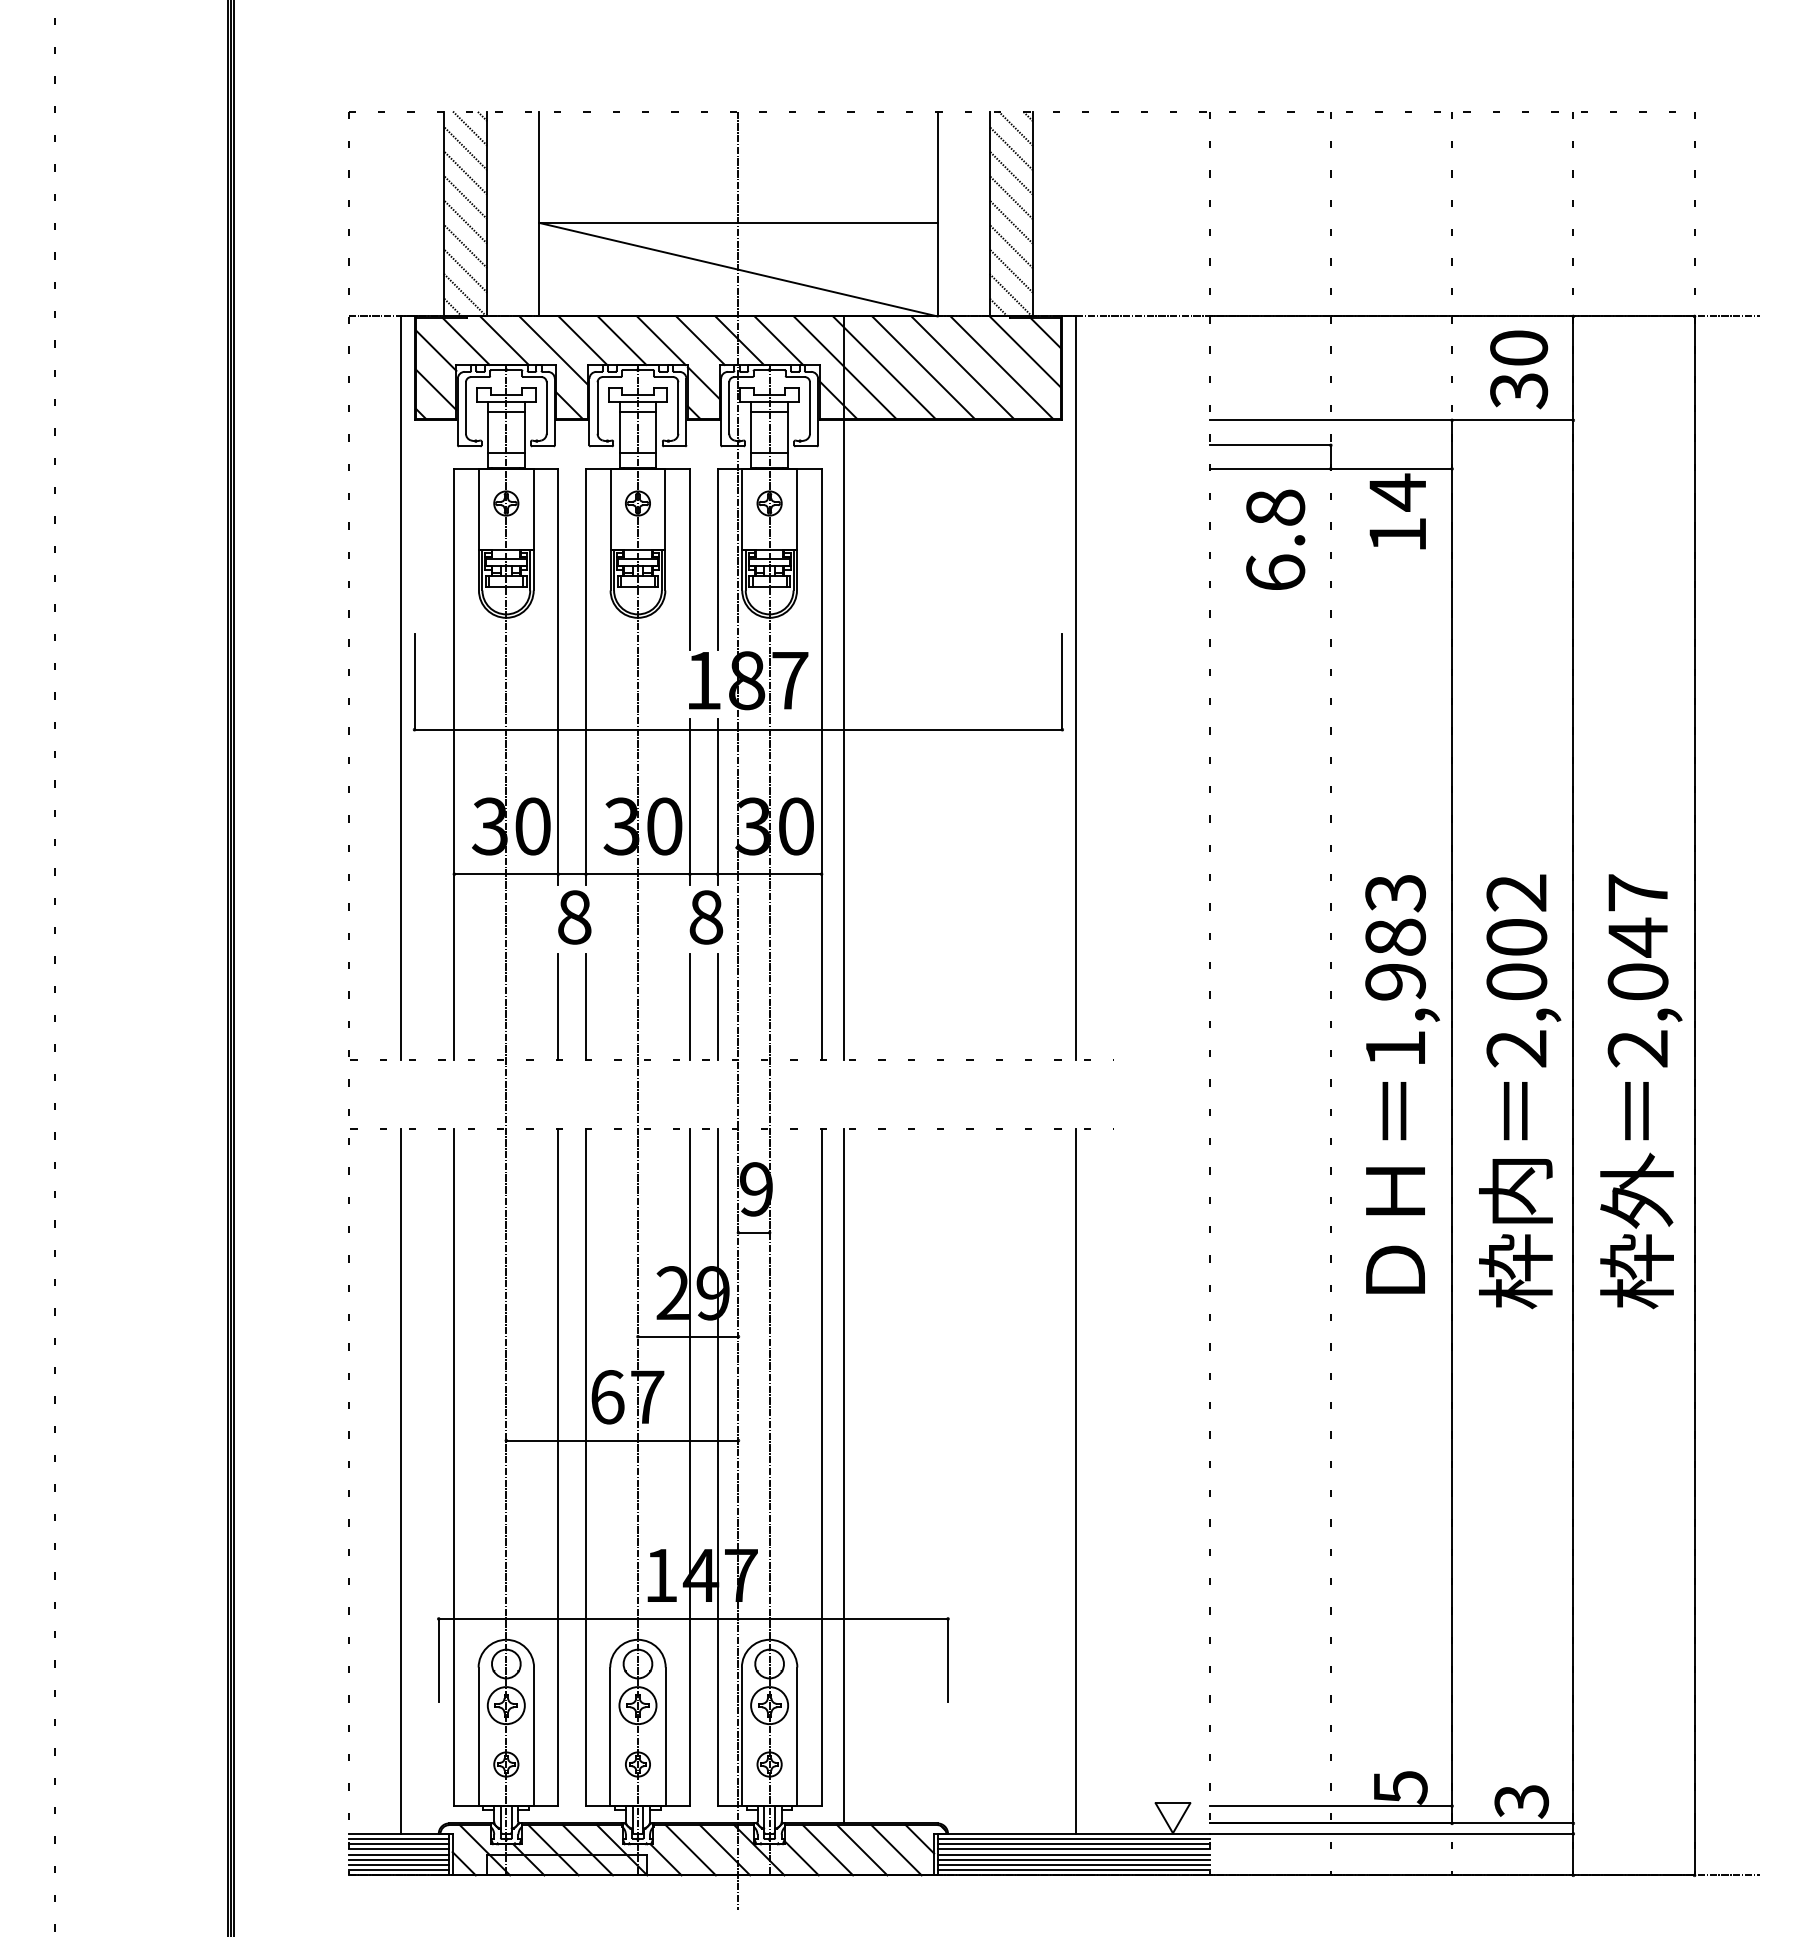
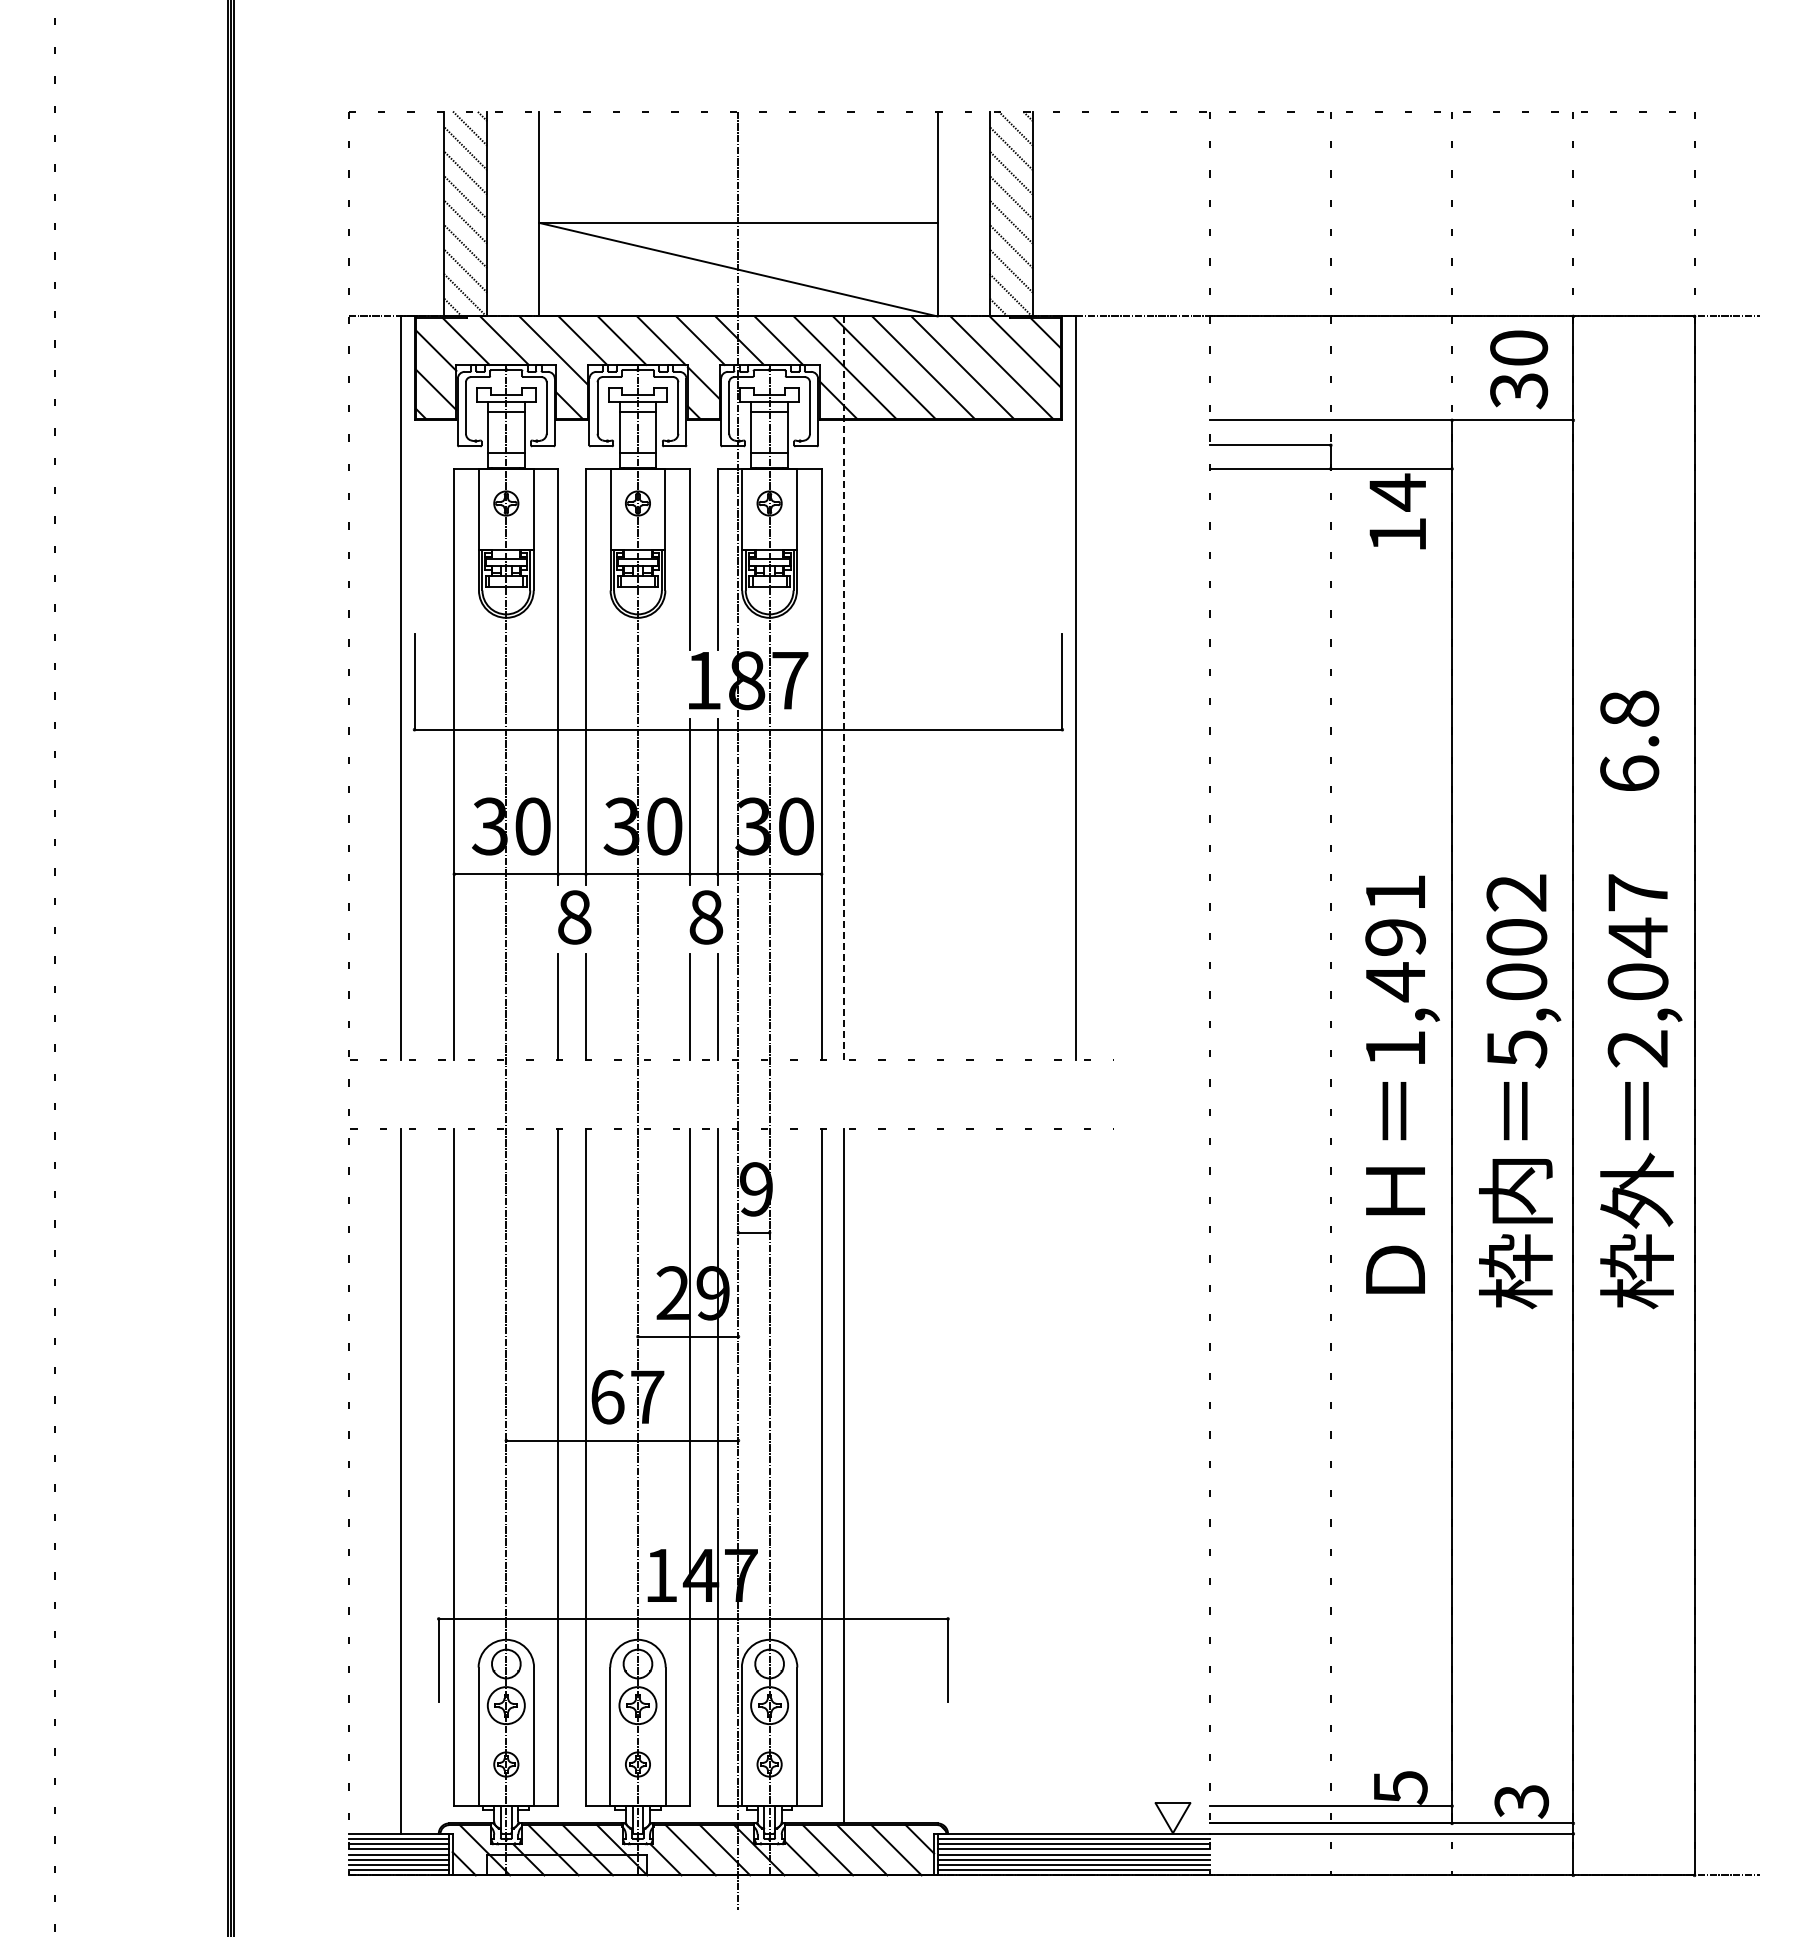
text at (1275, 539) position: (1275, 539) -> (1629, 740)
line at (844, 688): solid -> dashed
text at (1395, 938): 1,983 -> 1,491
text at (1516, 1049): 2,002 -> 5,002
line at (1076, 1480): present -> none
